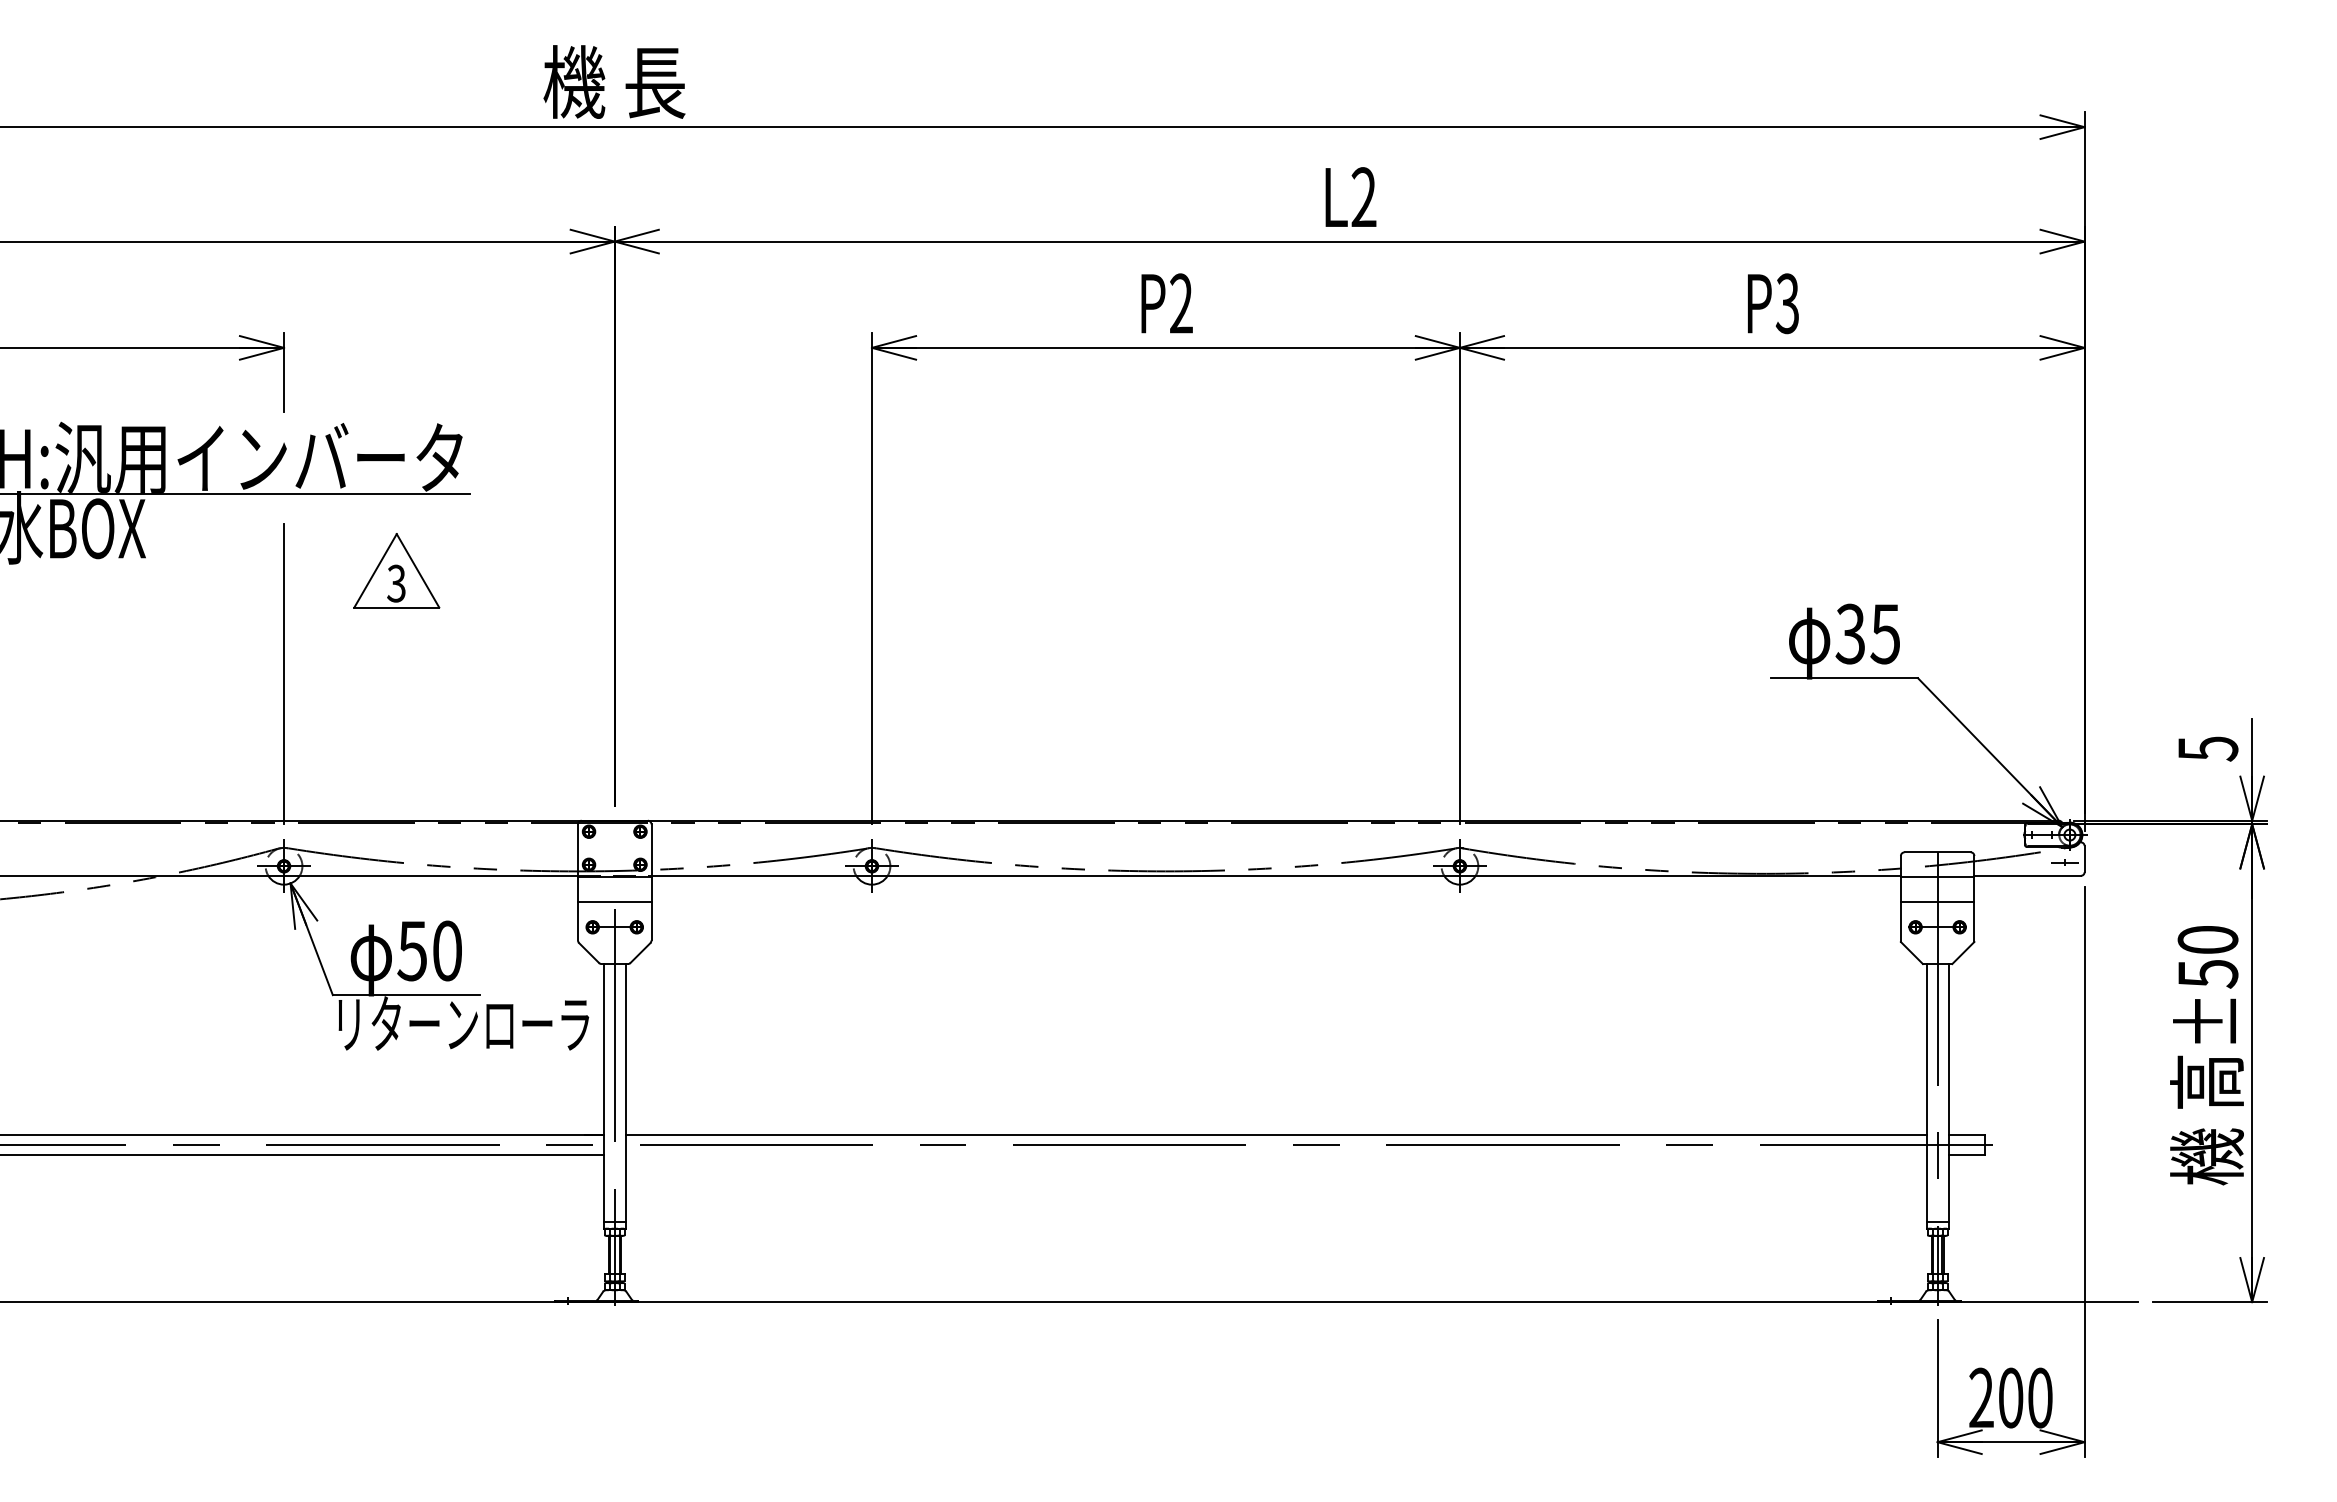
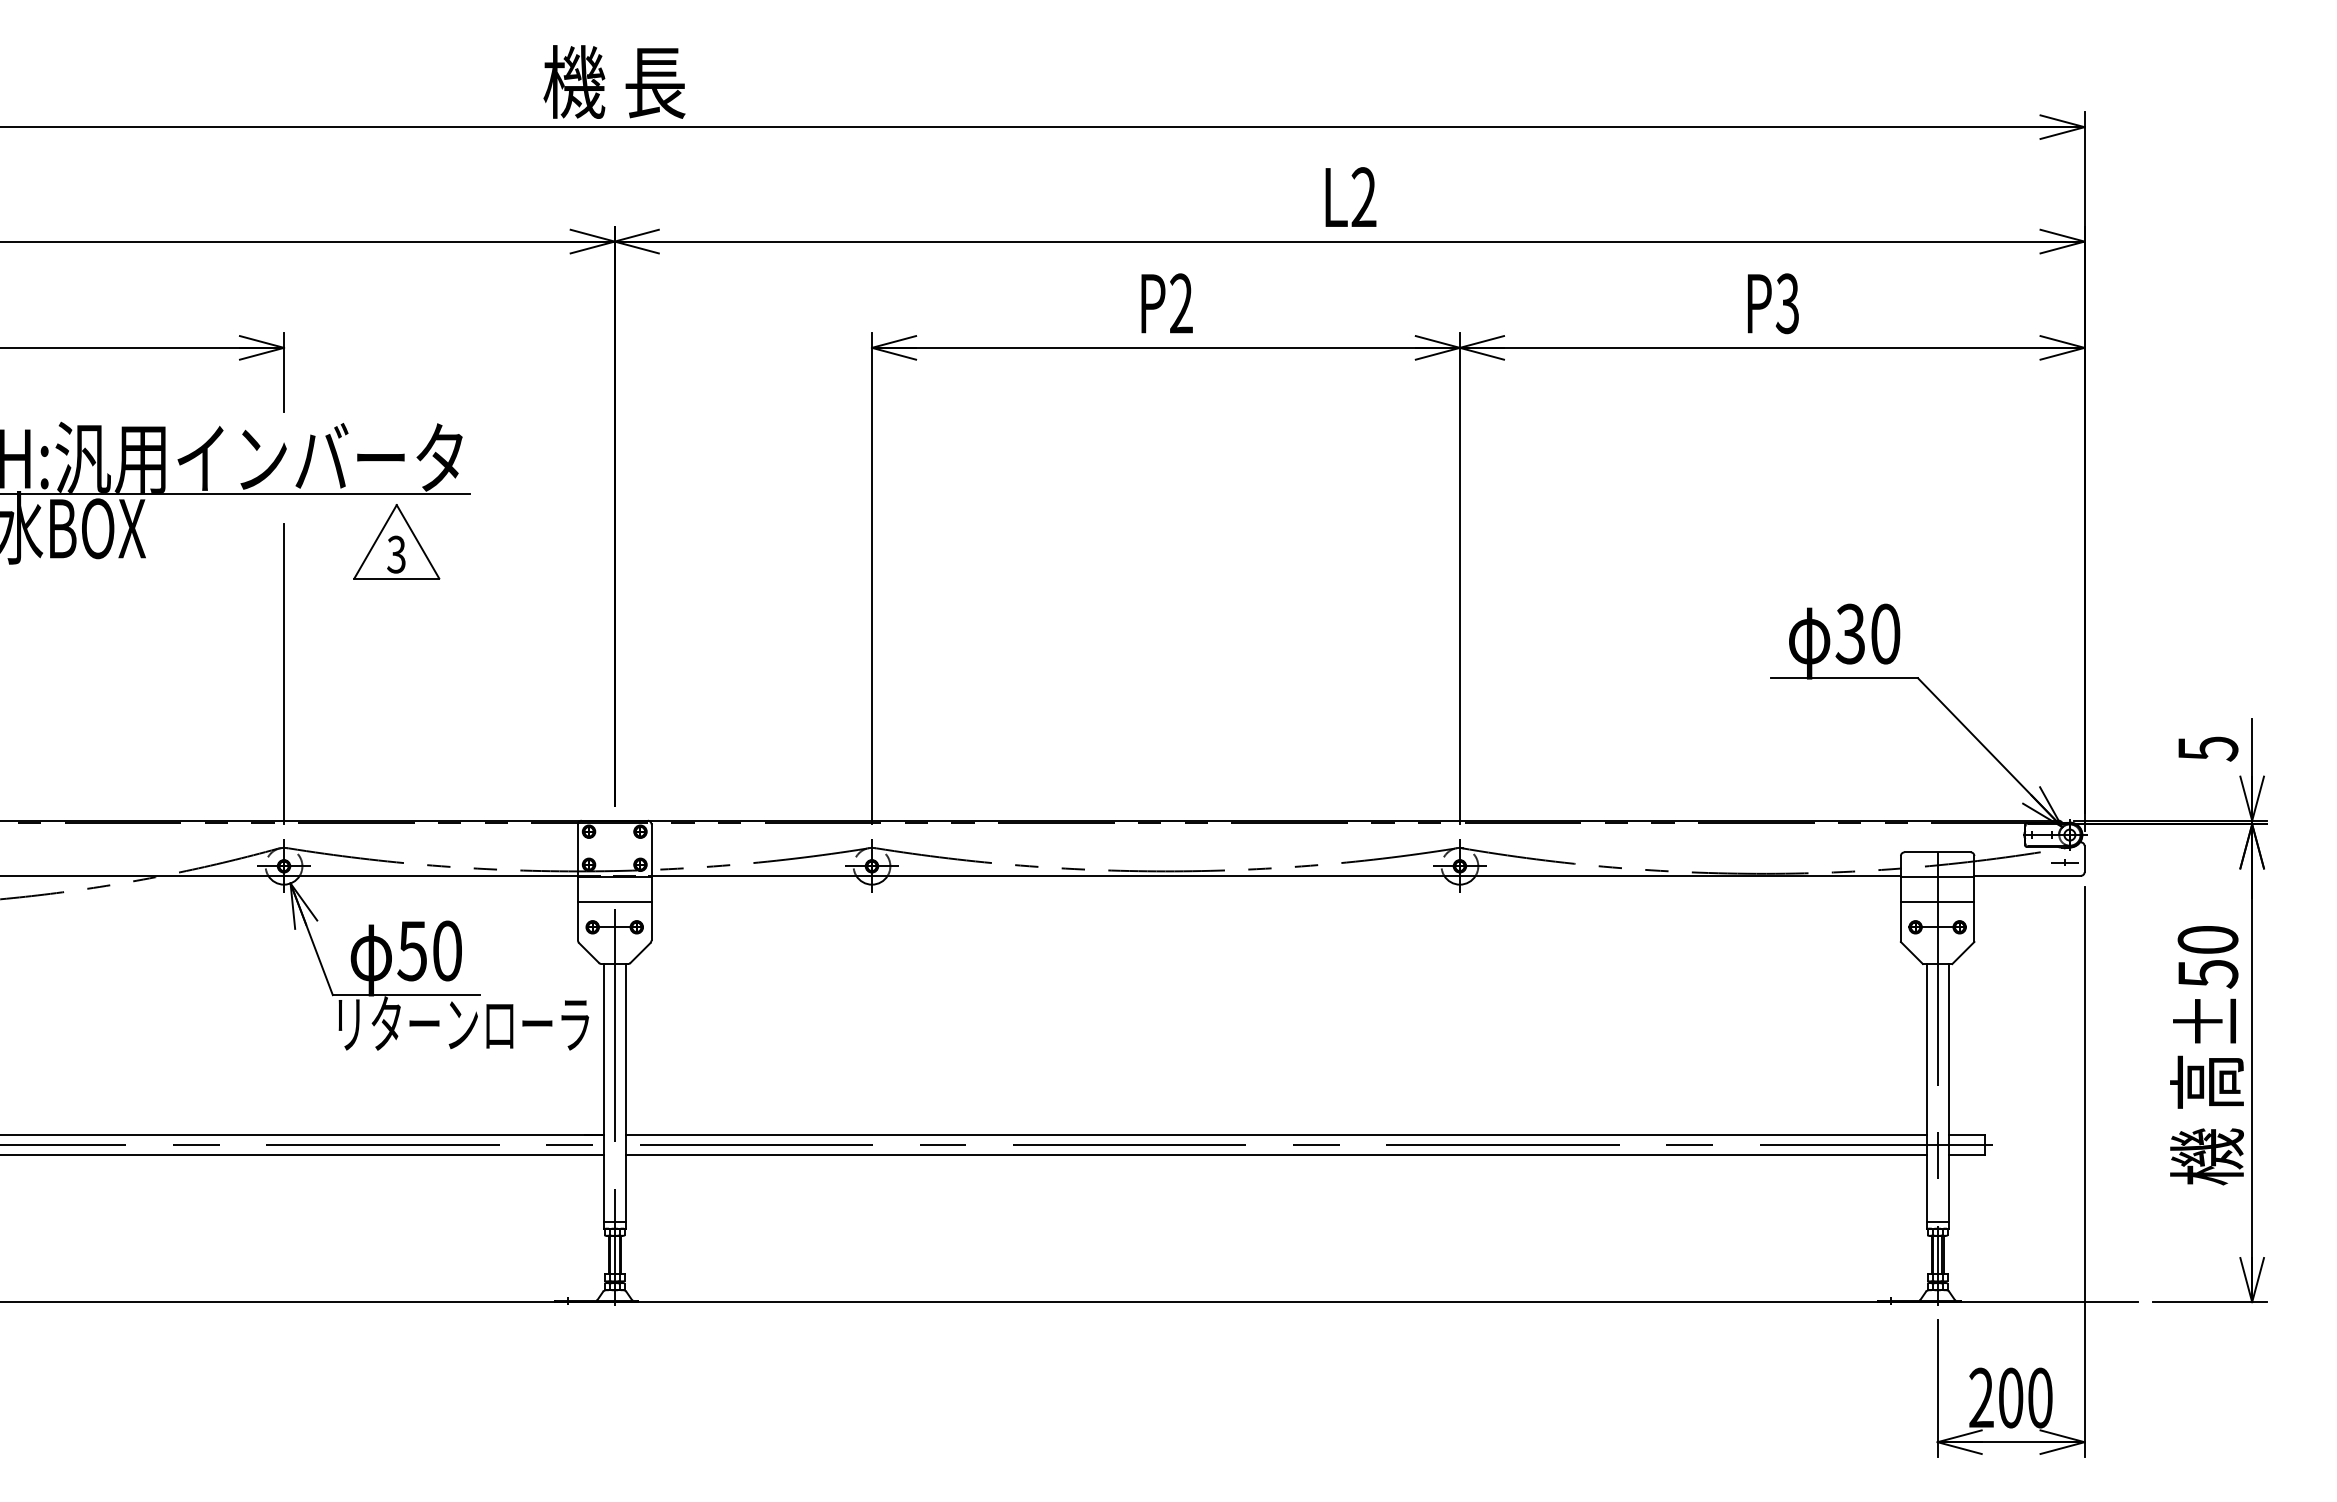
part at (396, 570) position: (396, 570) -> (396, 541)
text at (1885, 633): 35 -> 30
line at (1275, 1155): none -> present
